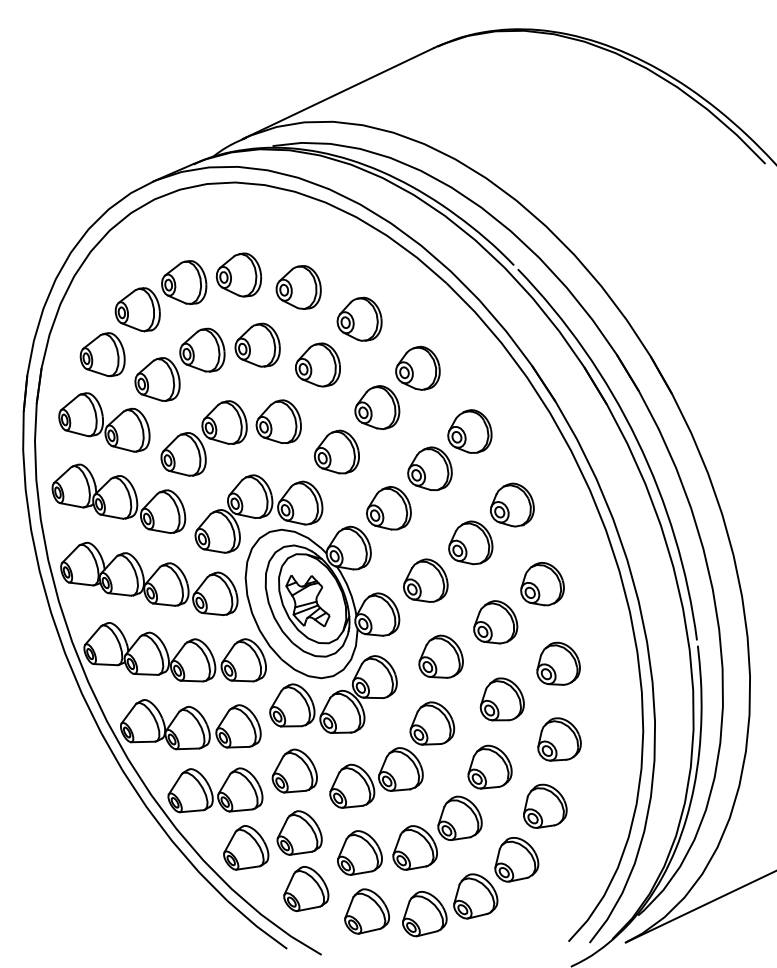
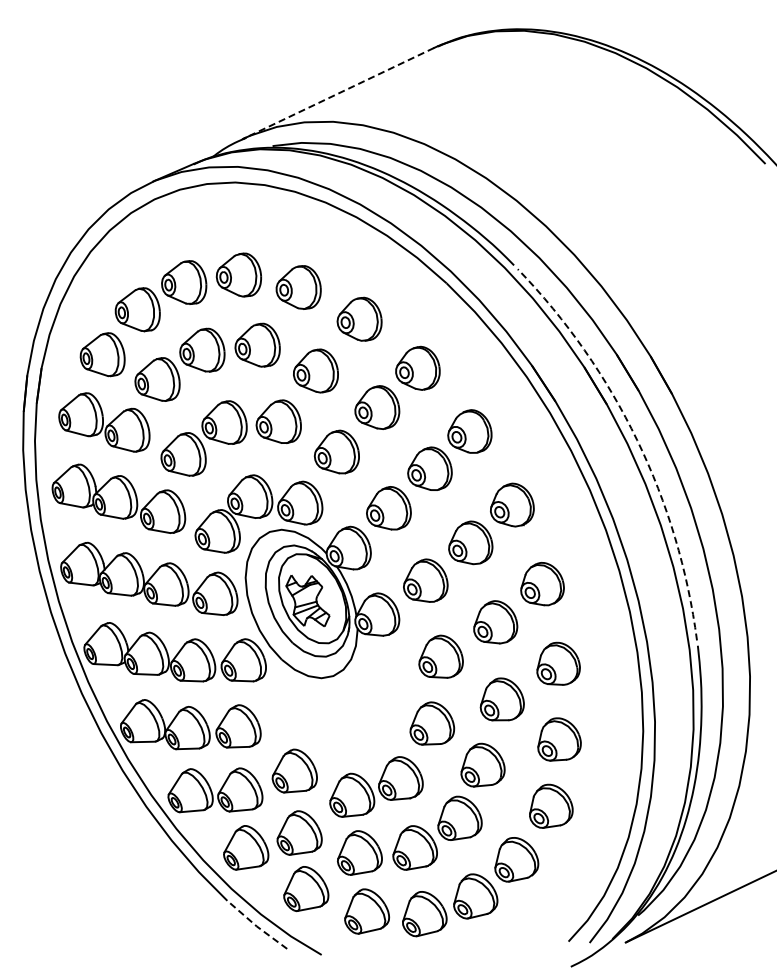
line at (338, 93): solid -> dashed
part at (317, 364) position: (317, 364) -> (315, 370)
arc at (637, 440): solid -> dashed
part at (333, 694): present -> none
part at (489, 766) position: (489, 766) -> (482, 764)
part at (376, 777) position: (376, 777) -> (376, 786)
part at (545, 805) position: (545, 805) -> (551, 805)
line at (256, 925): solid -> dashed
